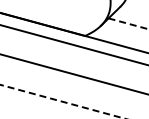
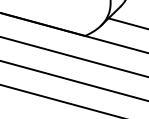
line at (128, 23): dashed -> solid
line at (73, 44) position: (73, 44) -> (73, 56)
line at (73, 74) position: (73, 74) -> (73, 80)
line at (63, 101): dashed -> solid
